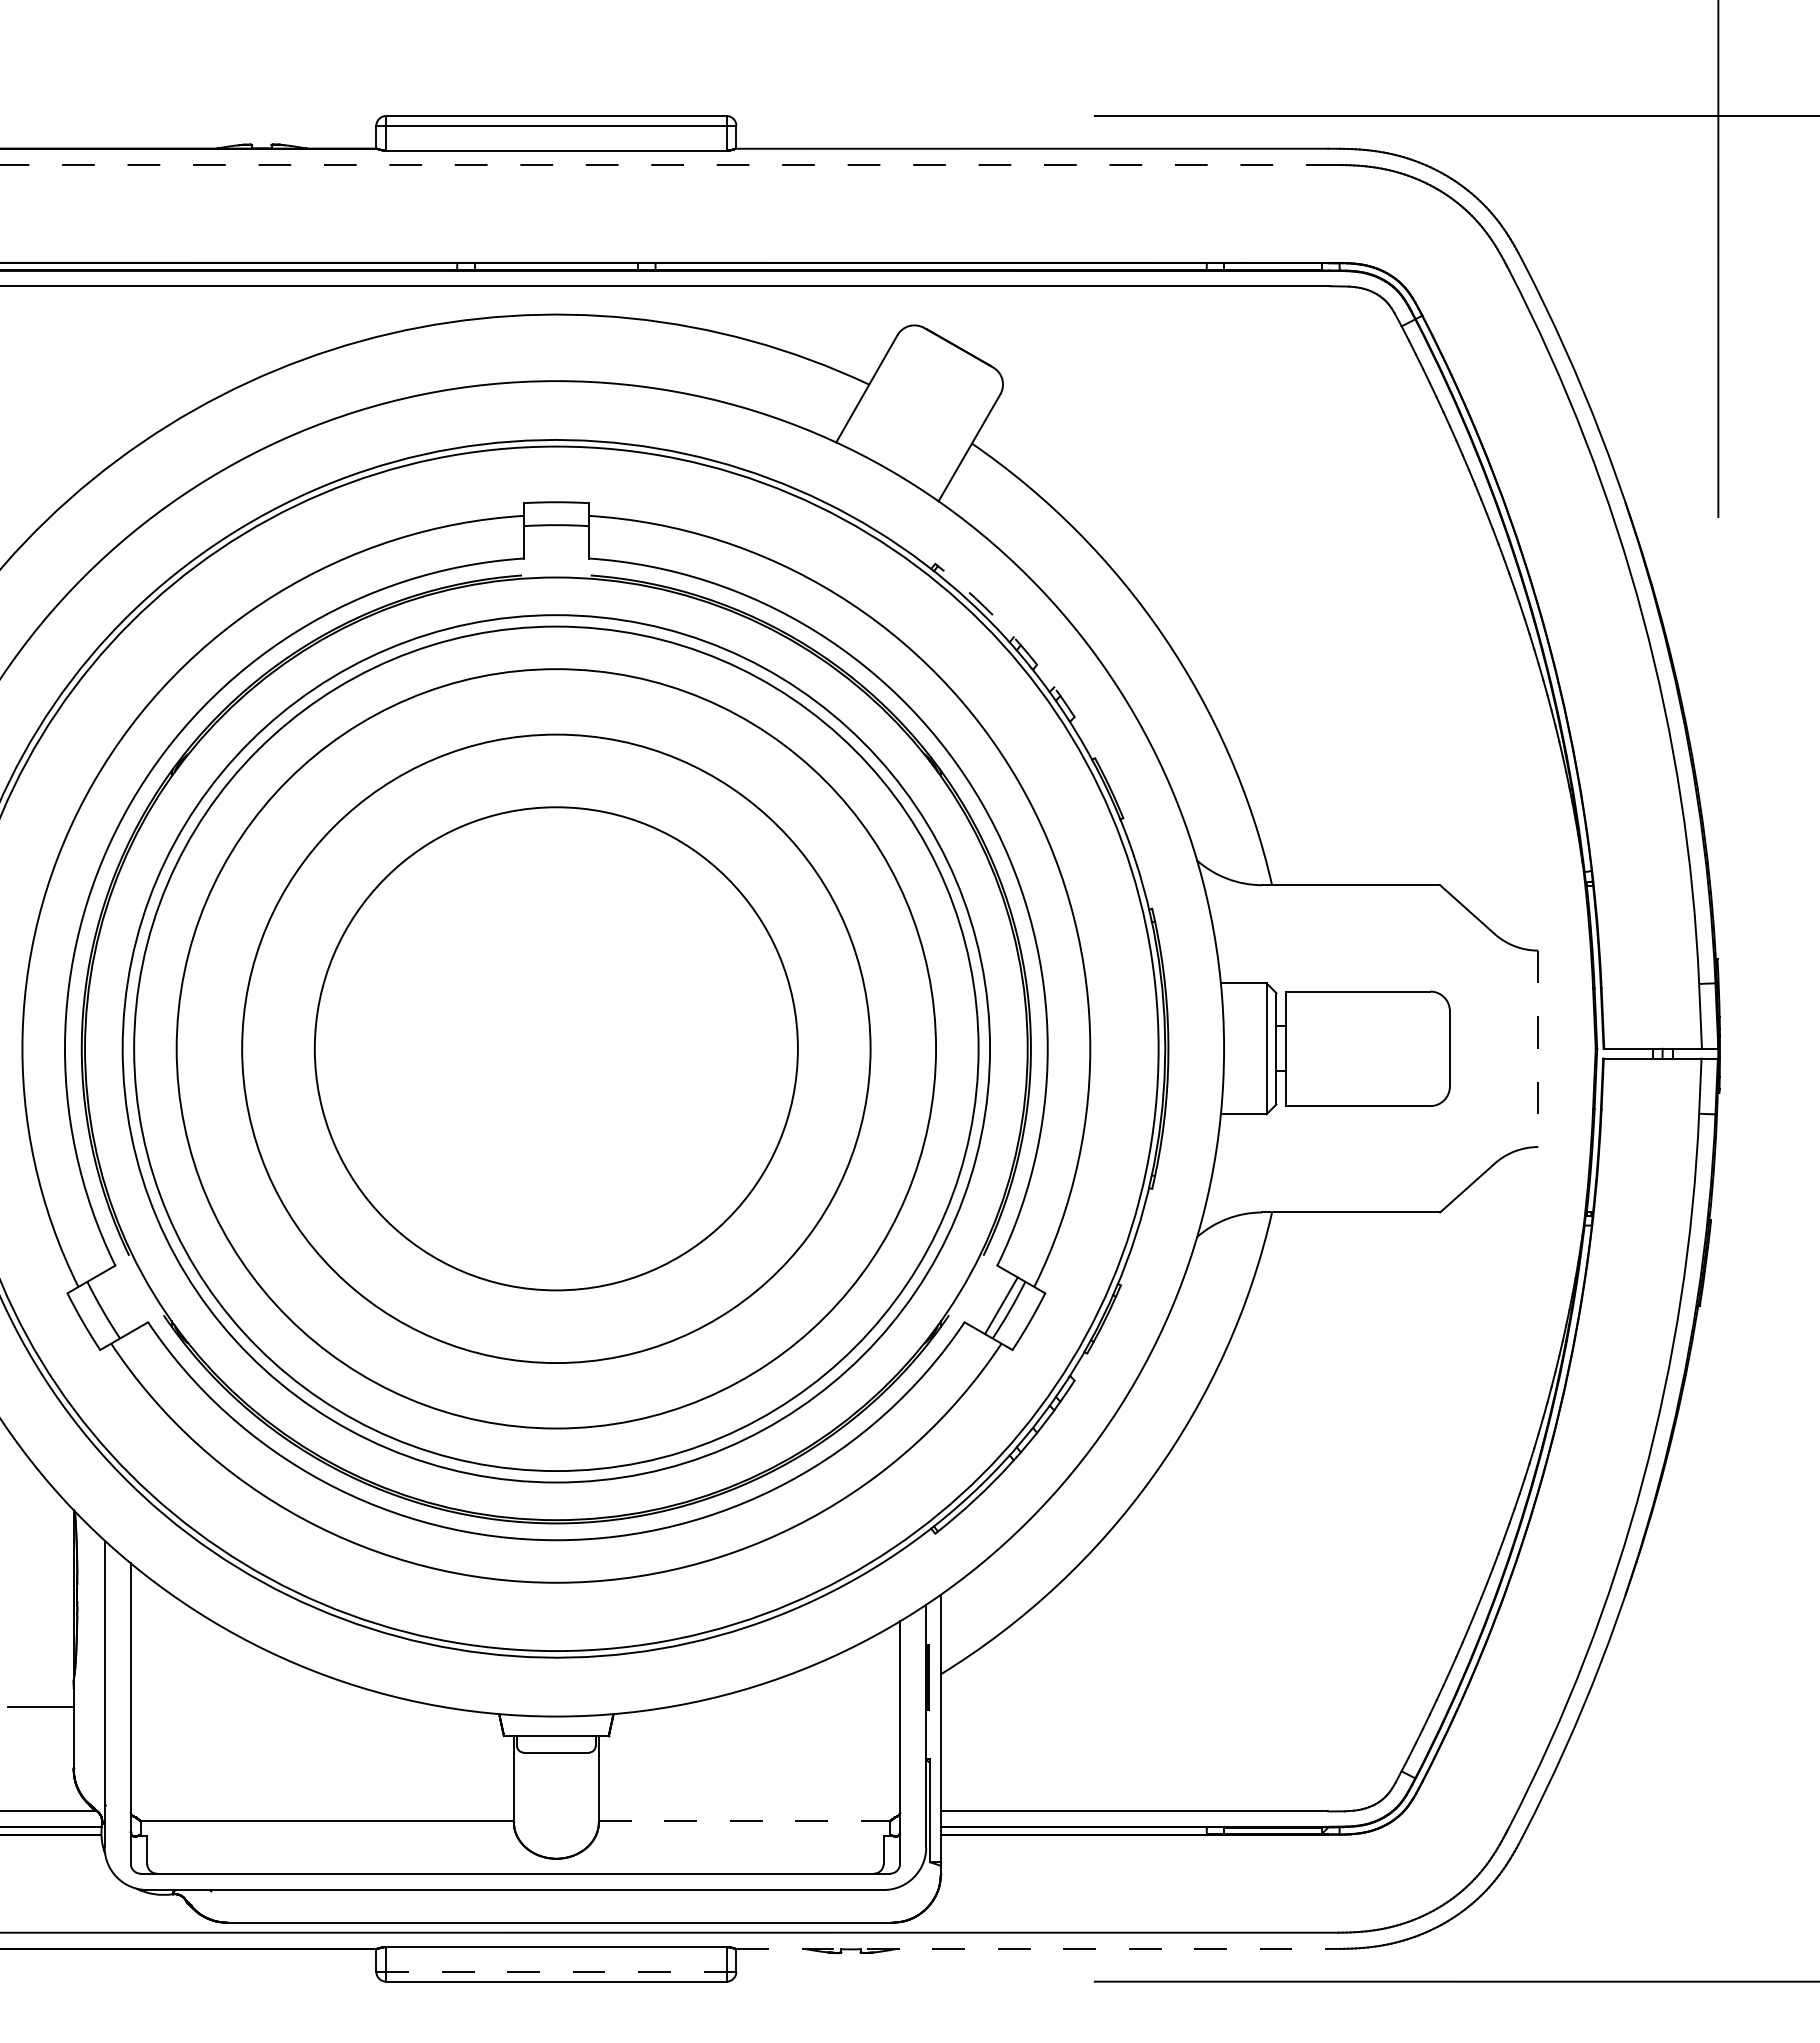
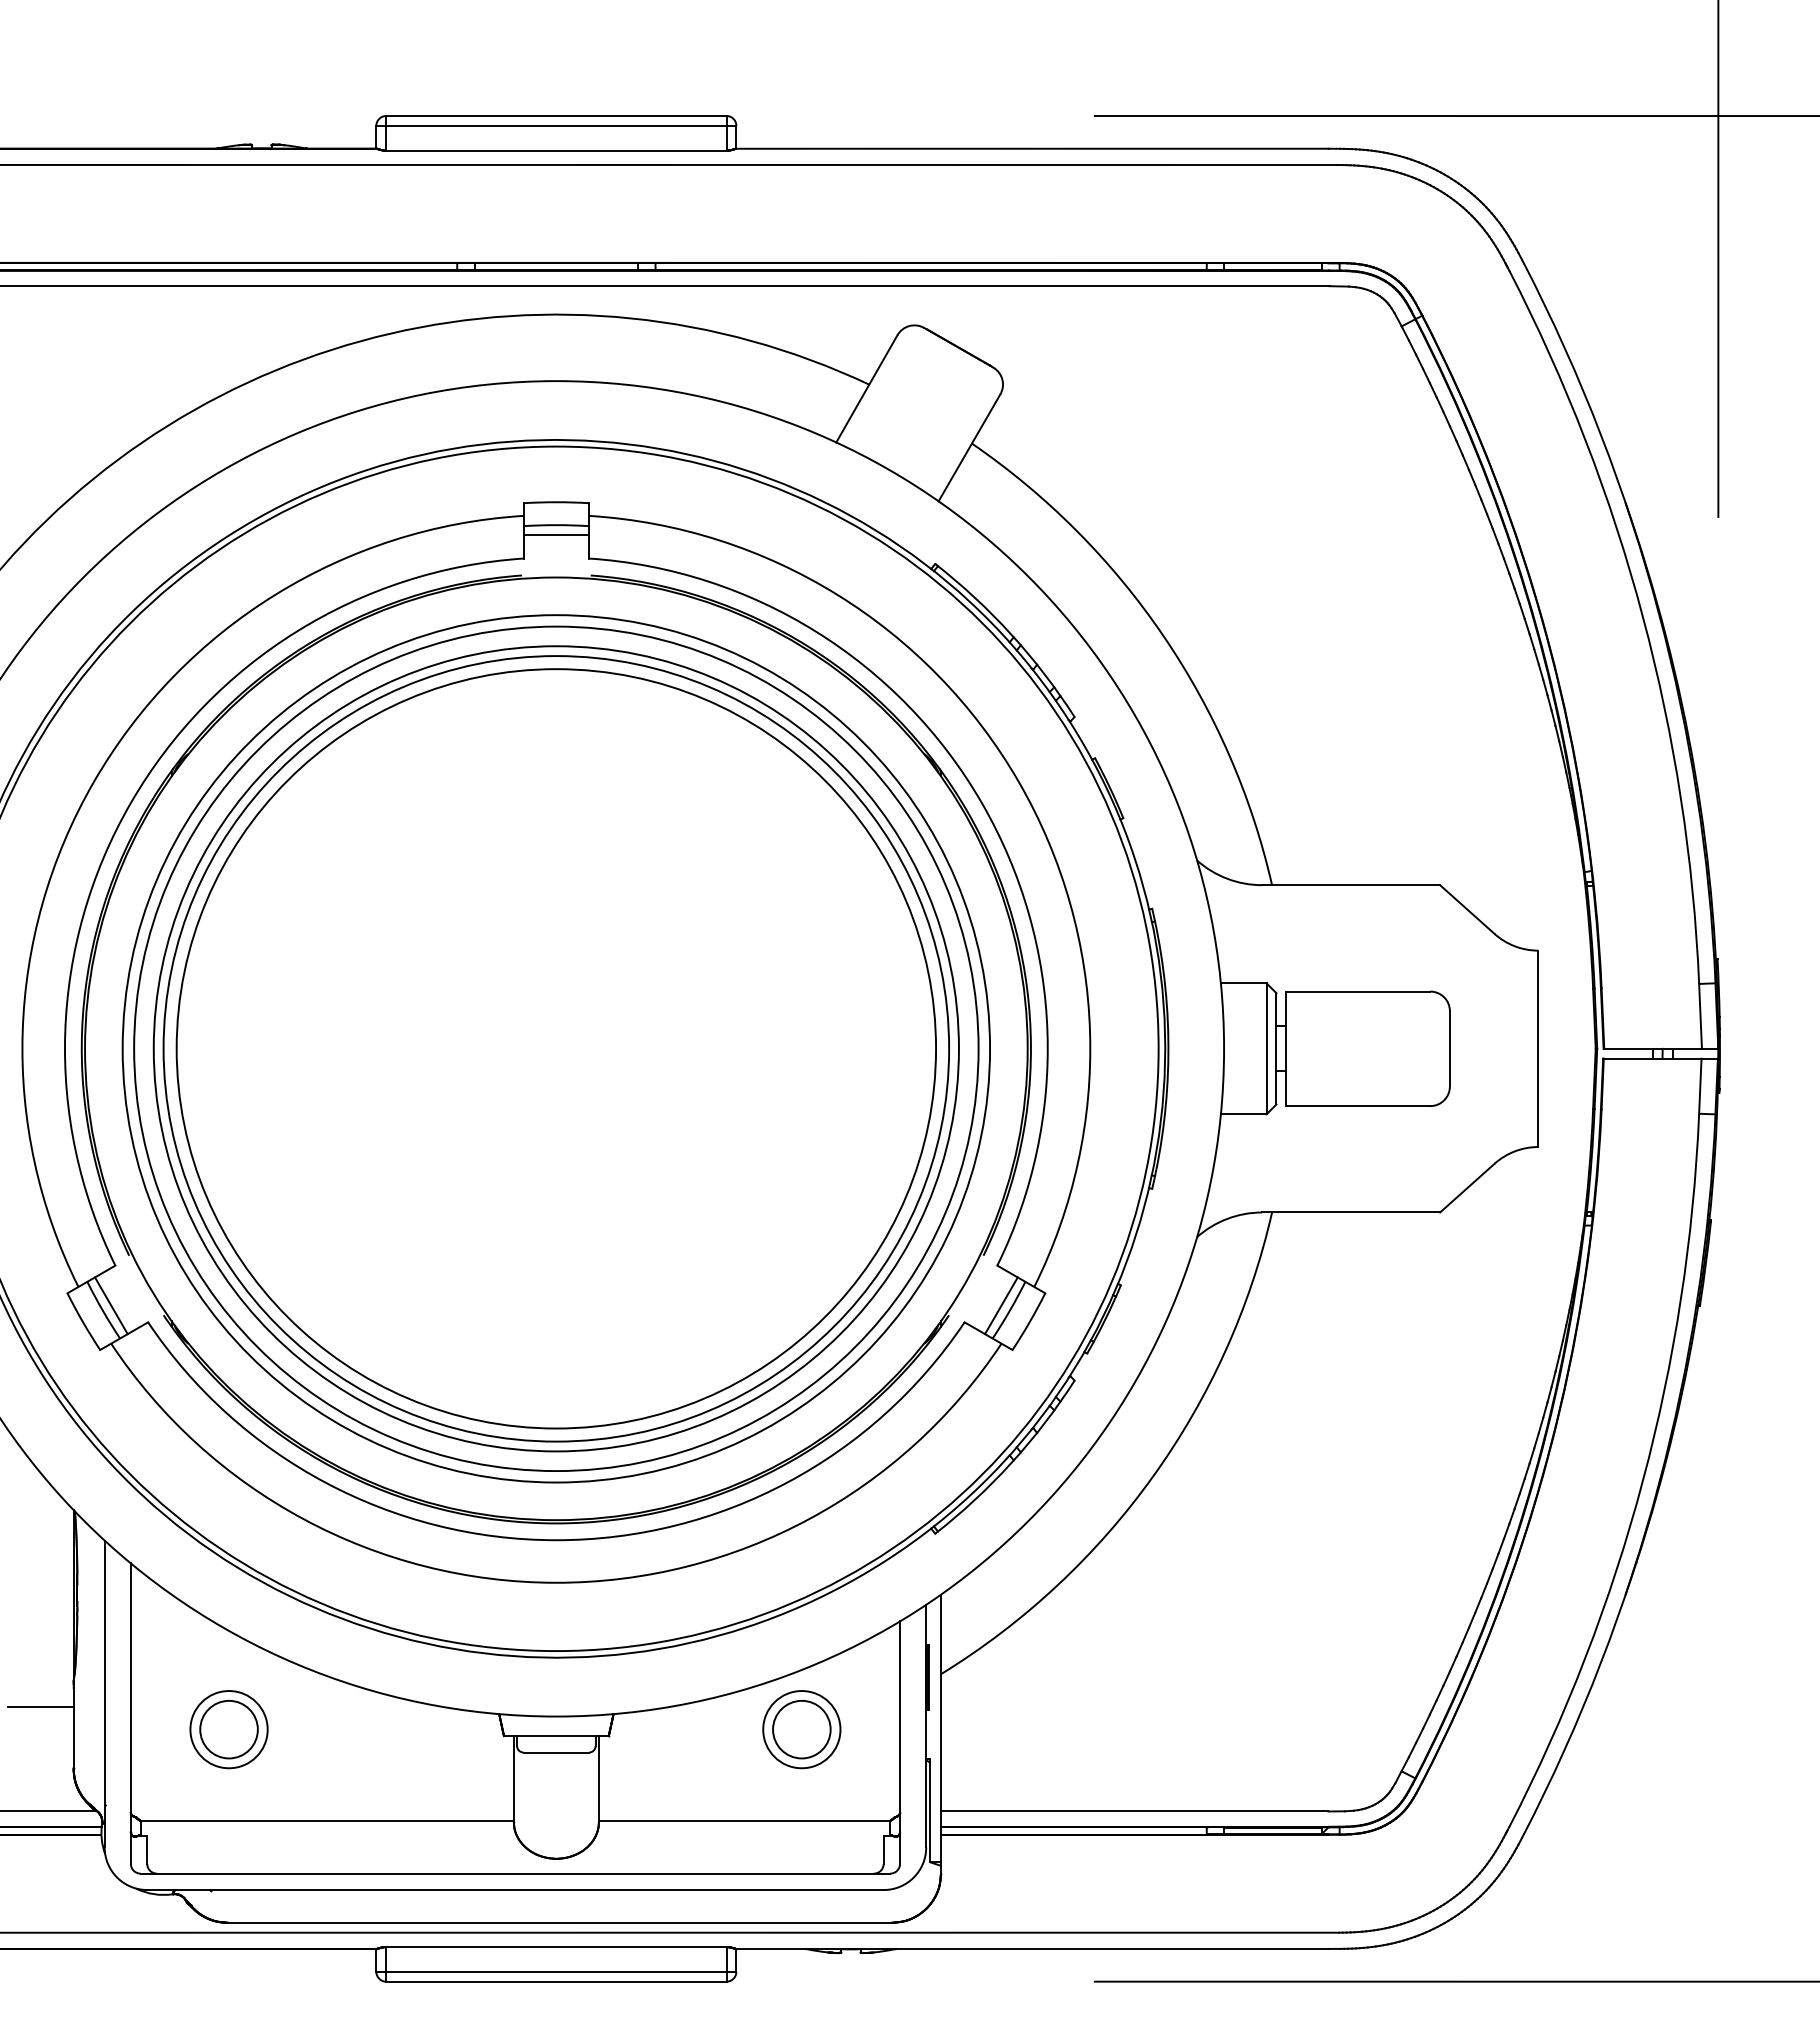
line at (668, 164): dashed -> solid
line at (556, 534): none -> present
arc at (1011, 634): dashed -> solid
circle at (555, 1048) diameter: 483 px -> 805 px
circle at (556, 1048) diameter: 628 px -> 786 px
line at (1538, 1049): dashed -> solid
line at (111, 1305): none -> present
part at (228, 1729): none -> present
part at (801, 1729): none -> present
line at (744, 1820): dashed -> solid
line at (1032, 1948): dashed -> solid
line at (556, 1971): dashed -> solid
